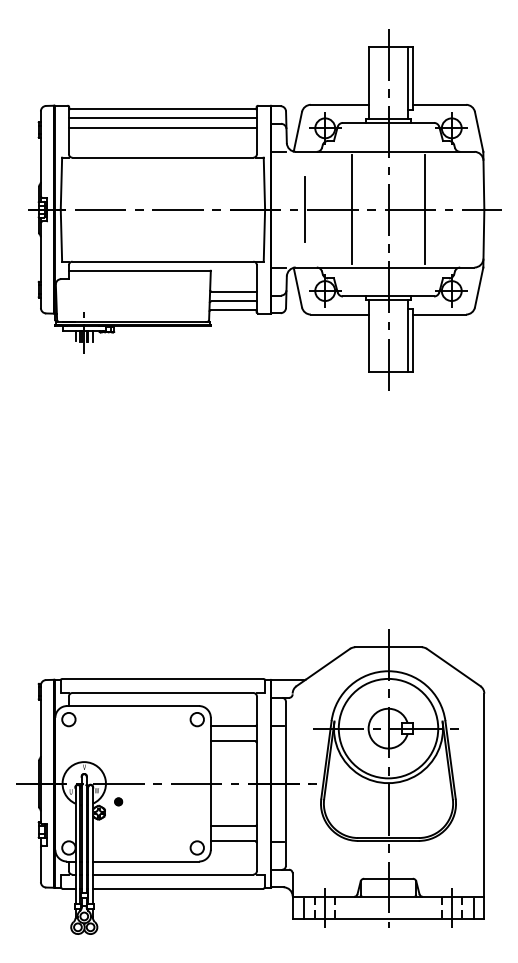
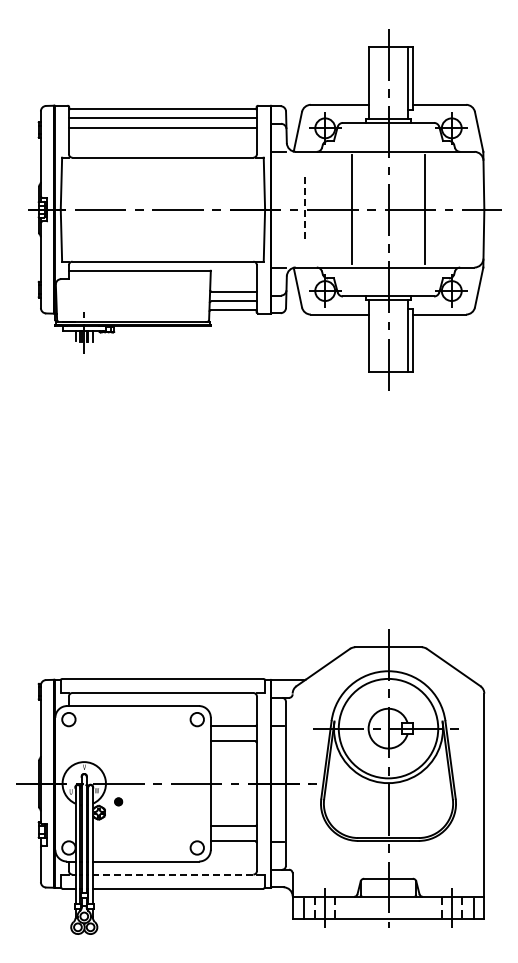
line at (304, 209): solid -> dashed
line at (172, 874): solid -> dashed
